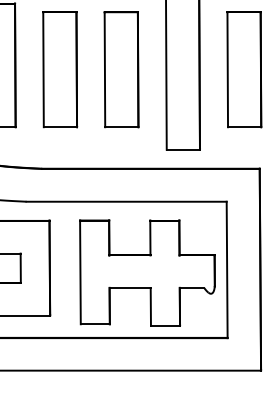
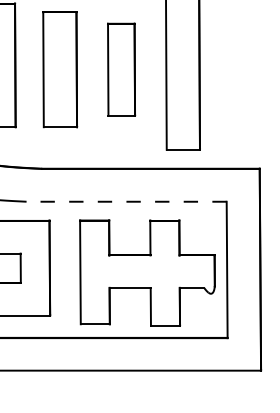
part at (121, 69) size: 37x118 px -> 30x95 px
part at (244, 69): present -> none
line at (126, 201): solid -> dashed
